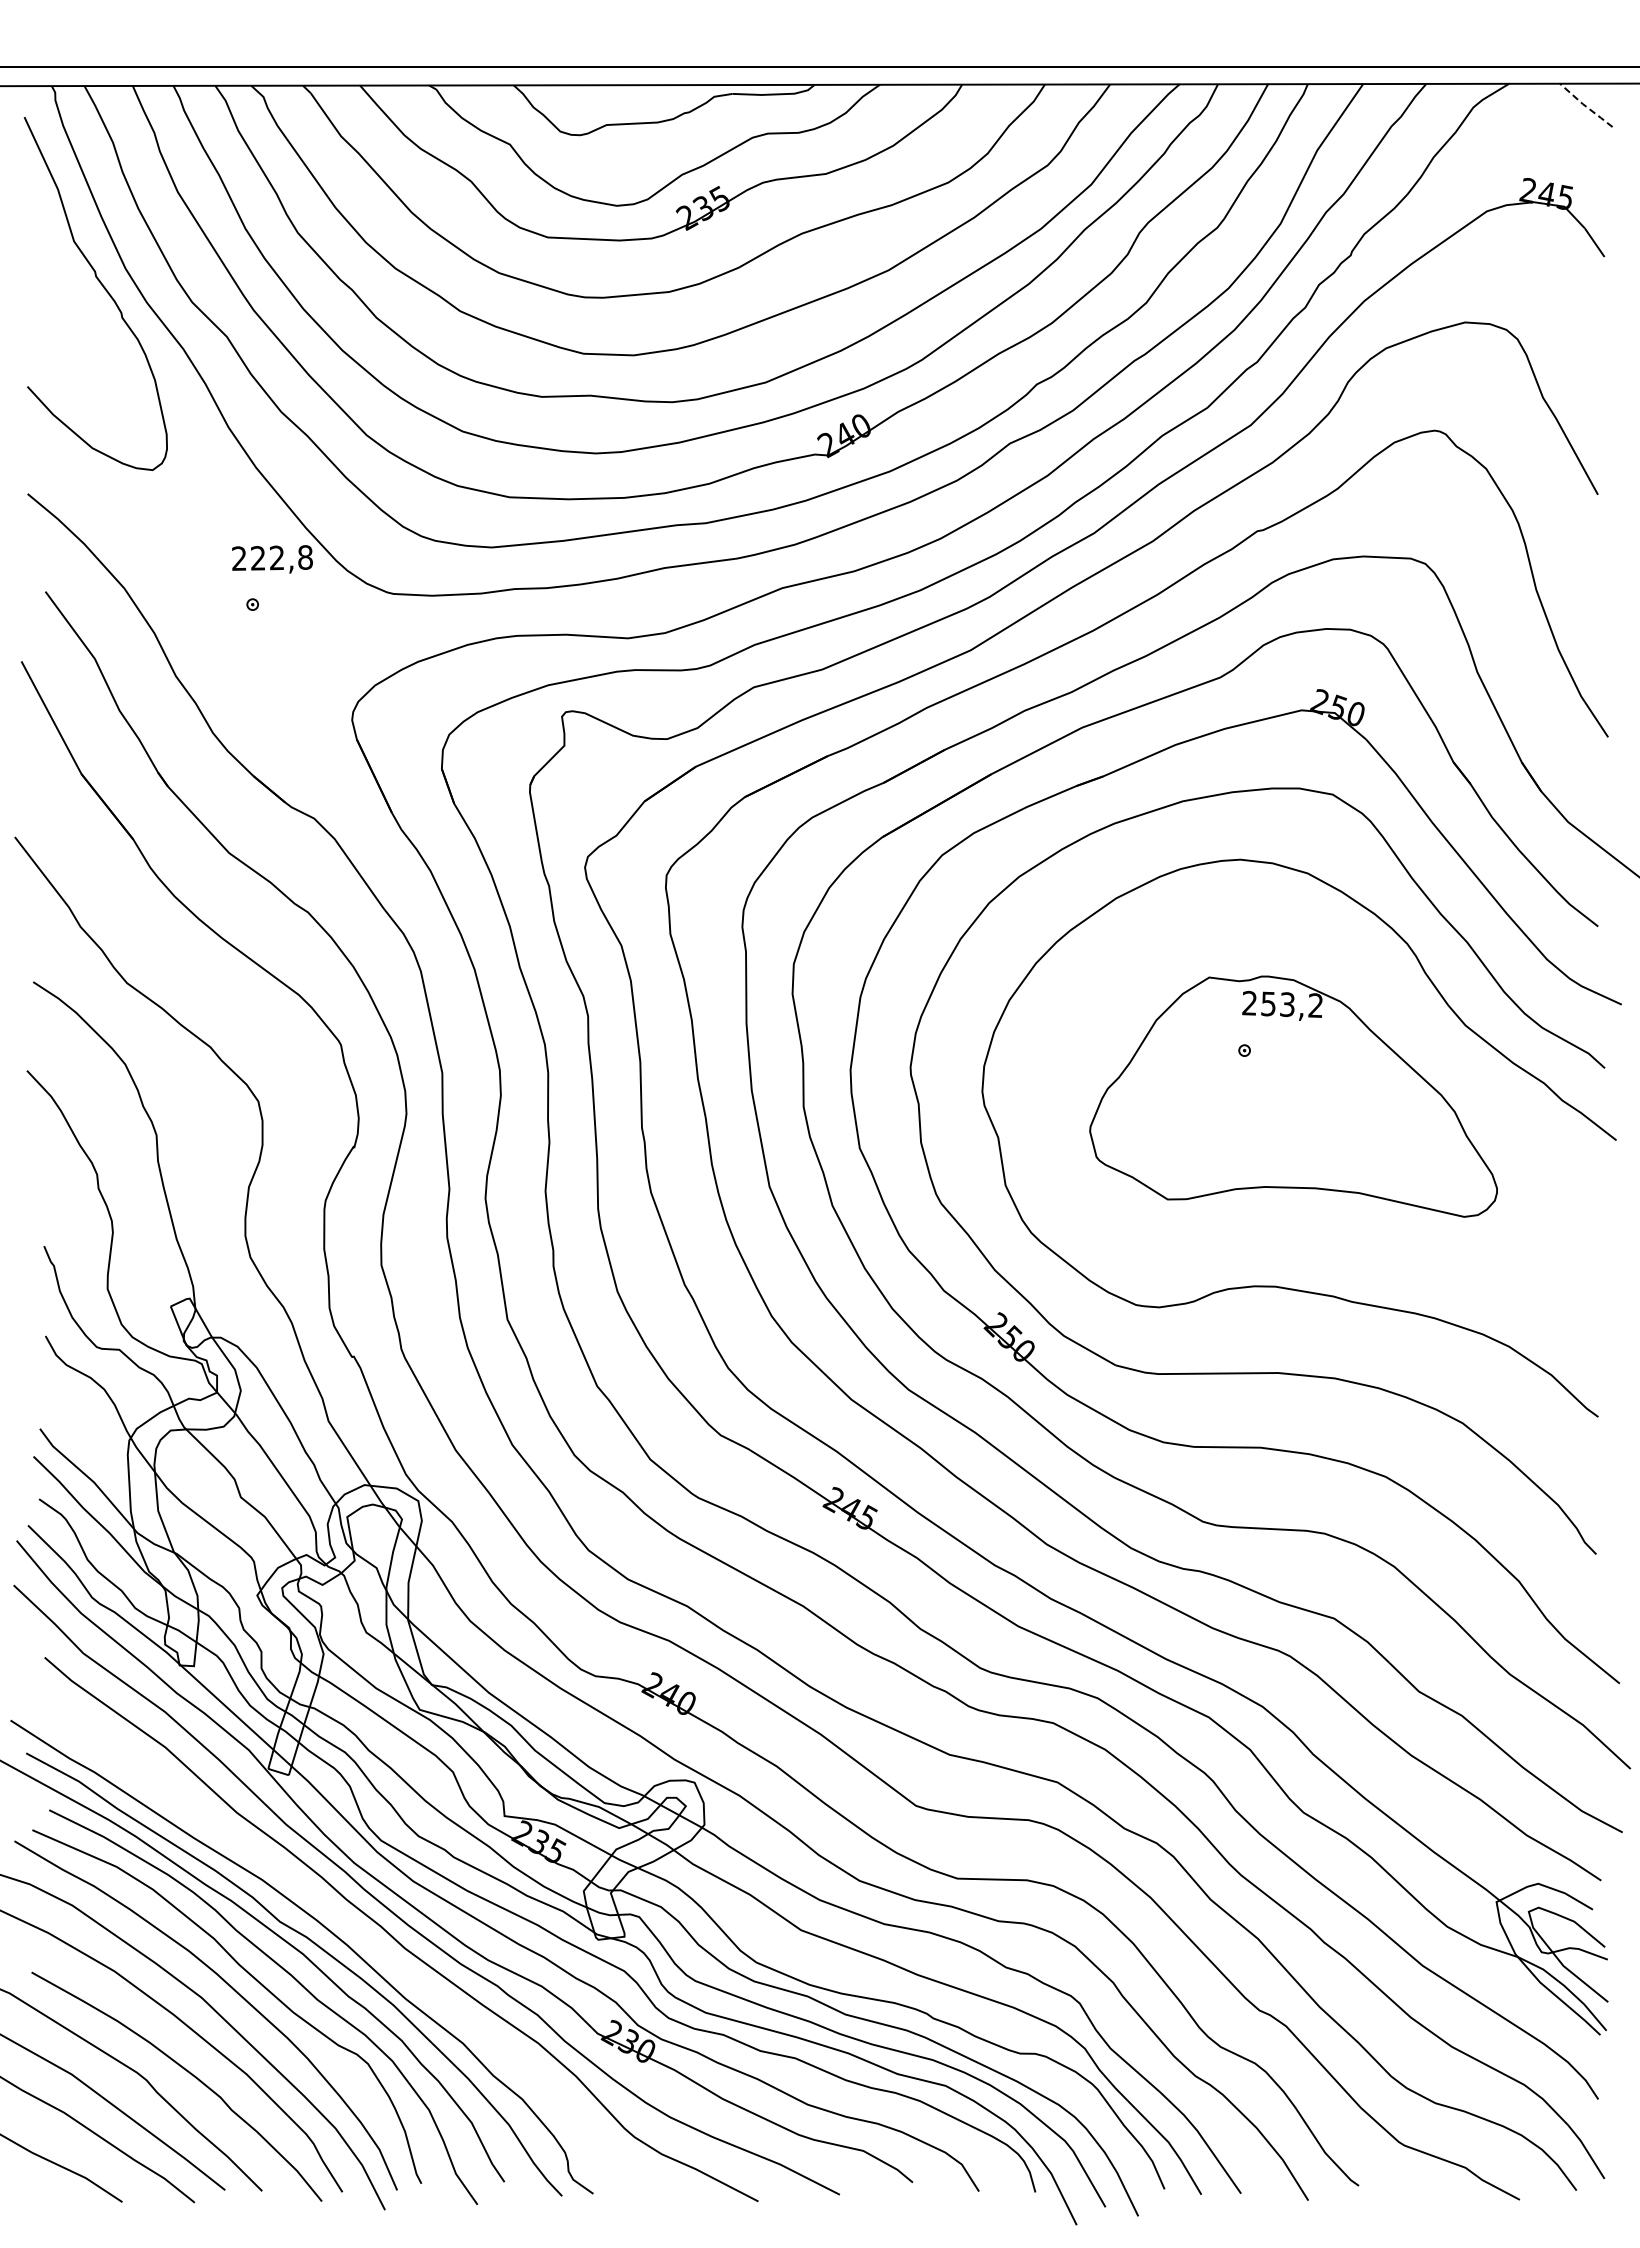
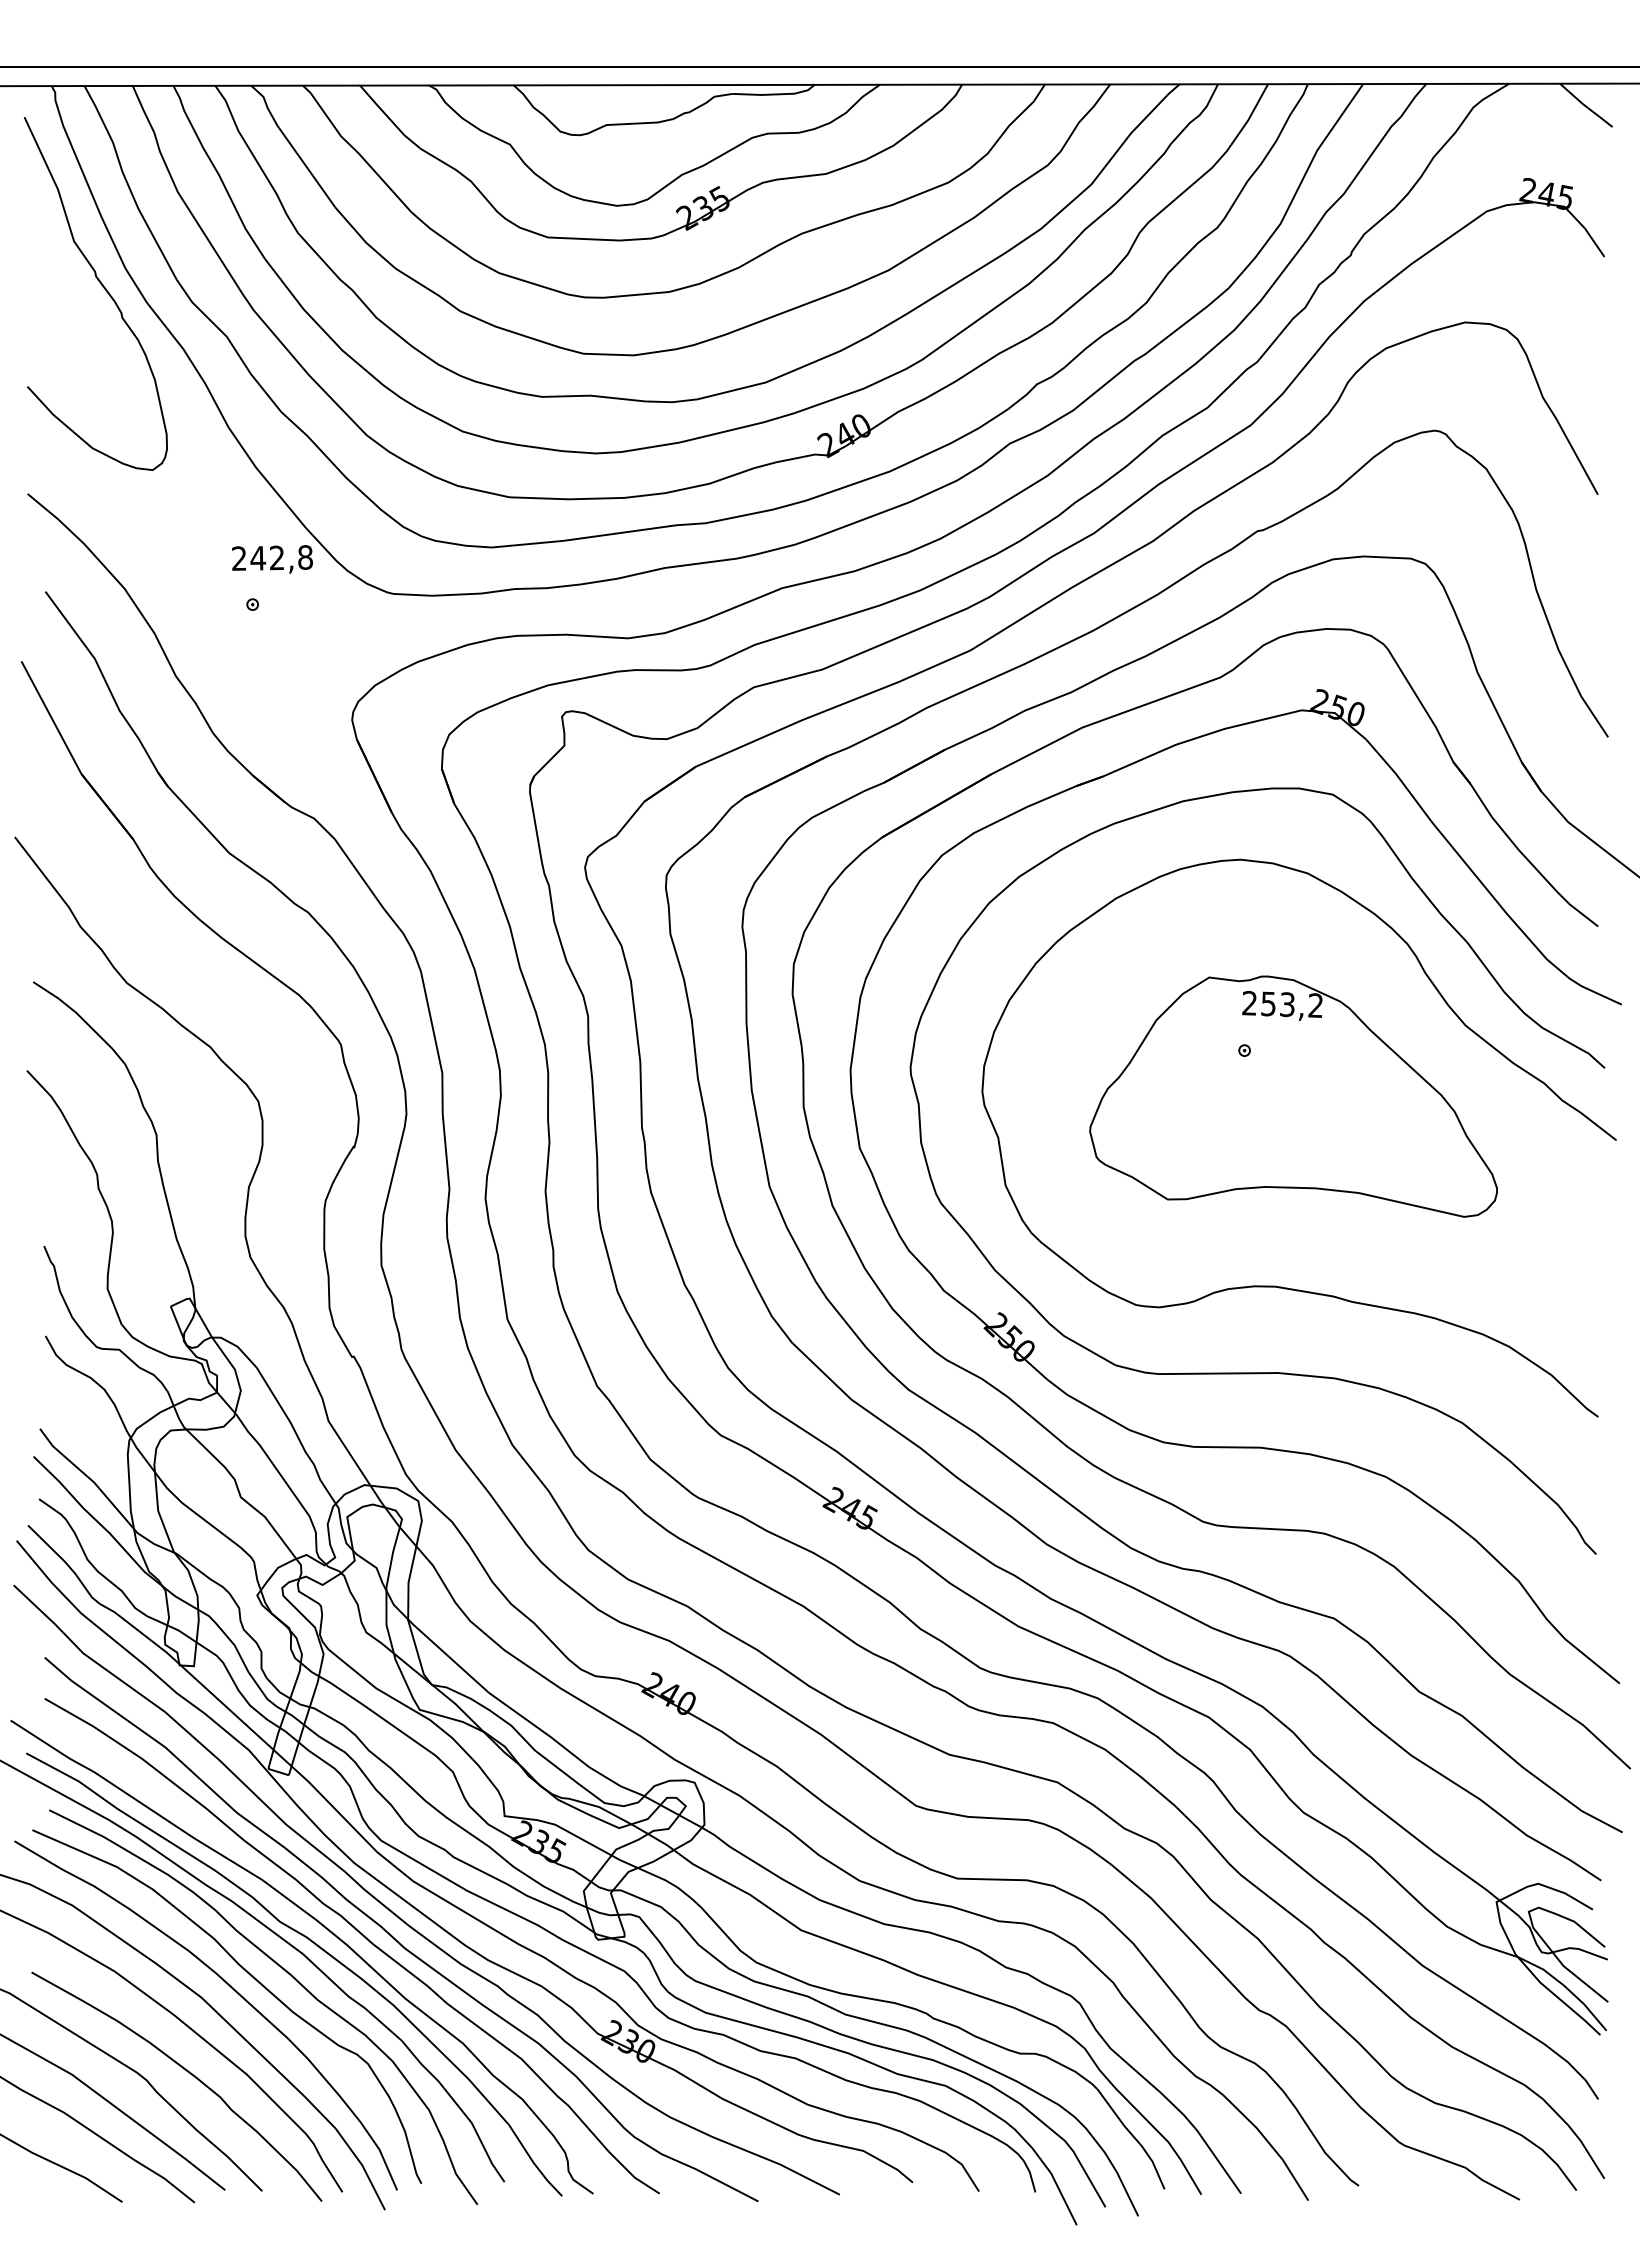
line at (1585, 105): dashed -> solid
text at (258, 558): 222,8 -> 242,8
curve at (361, 1935): none -> present
